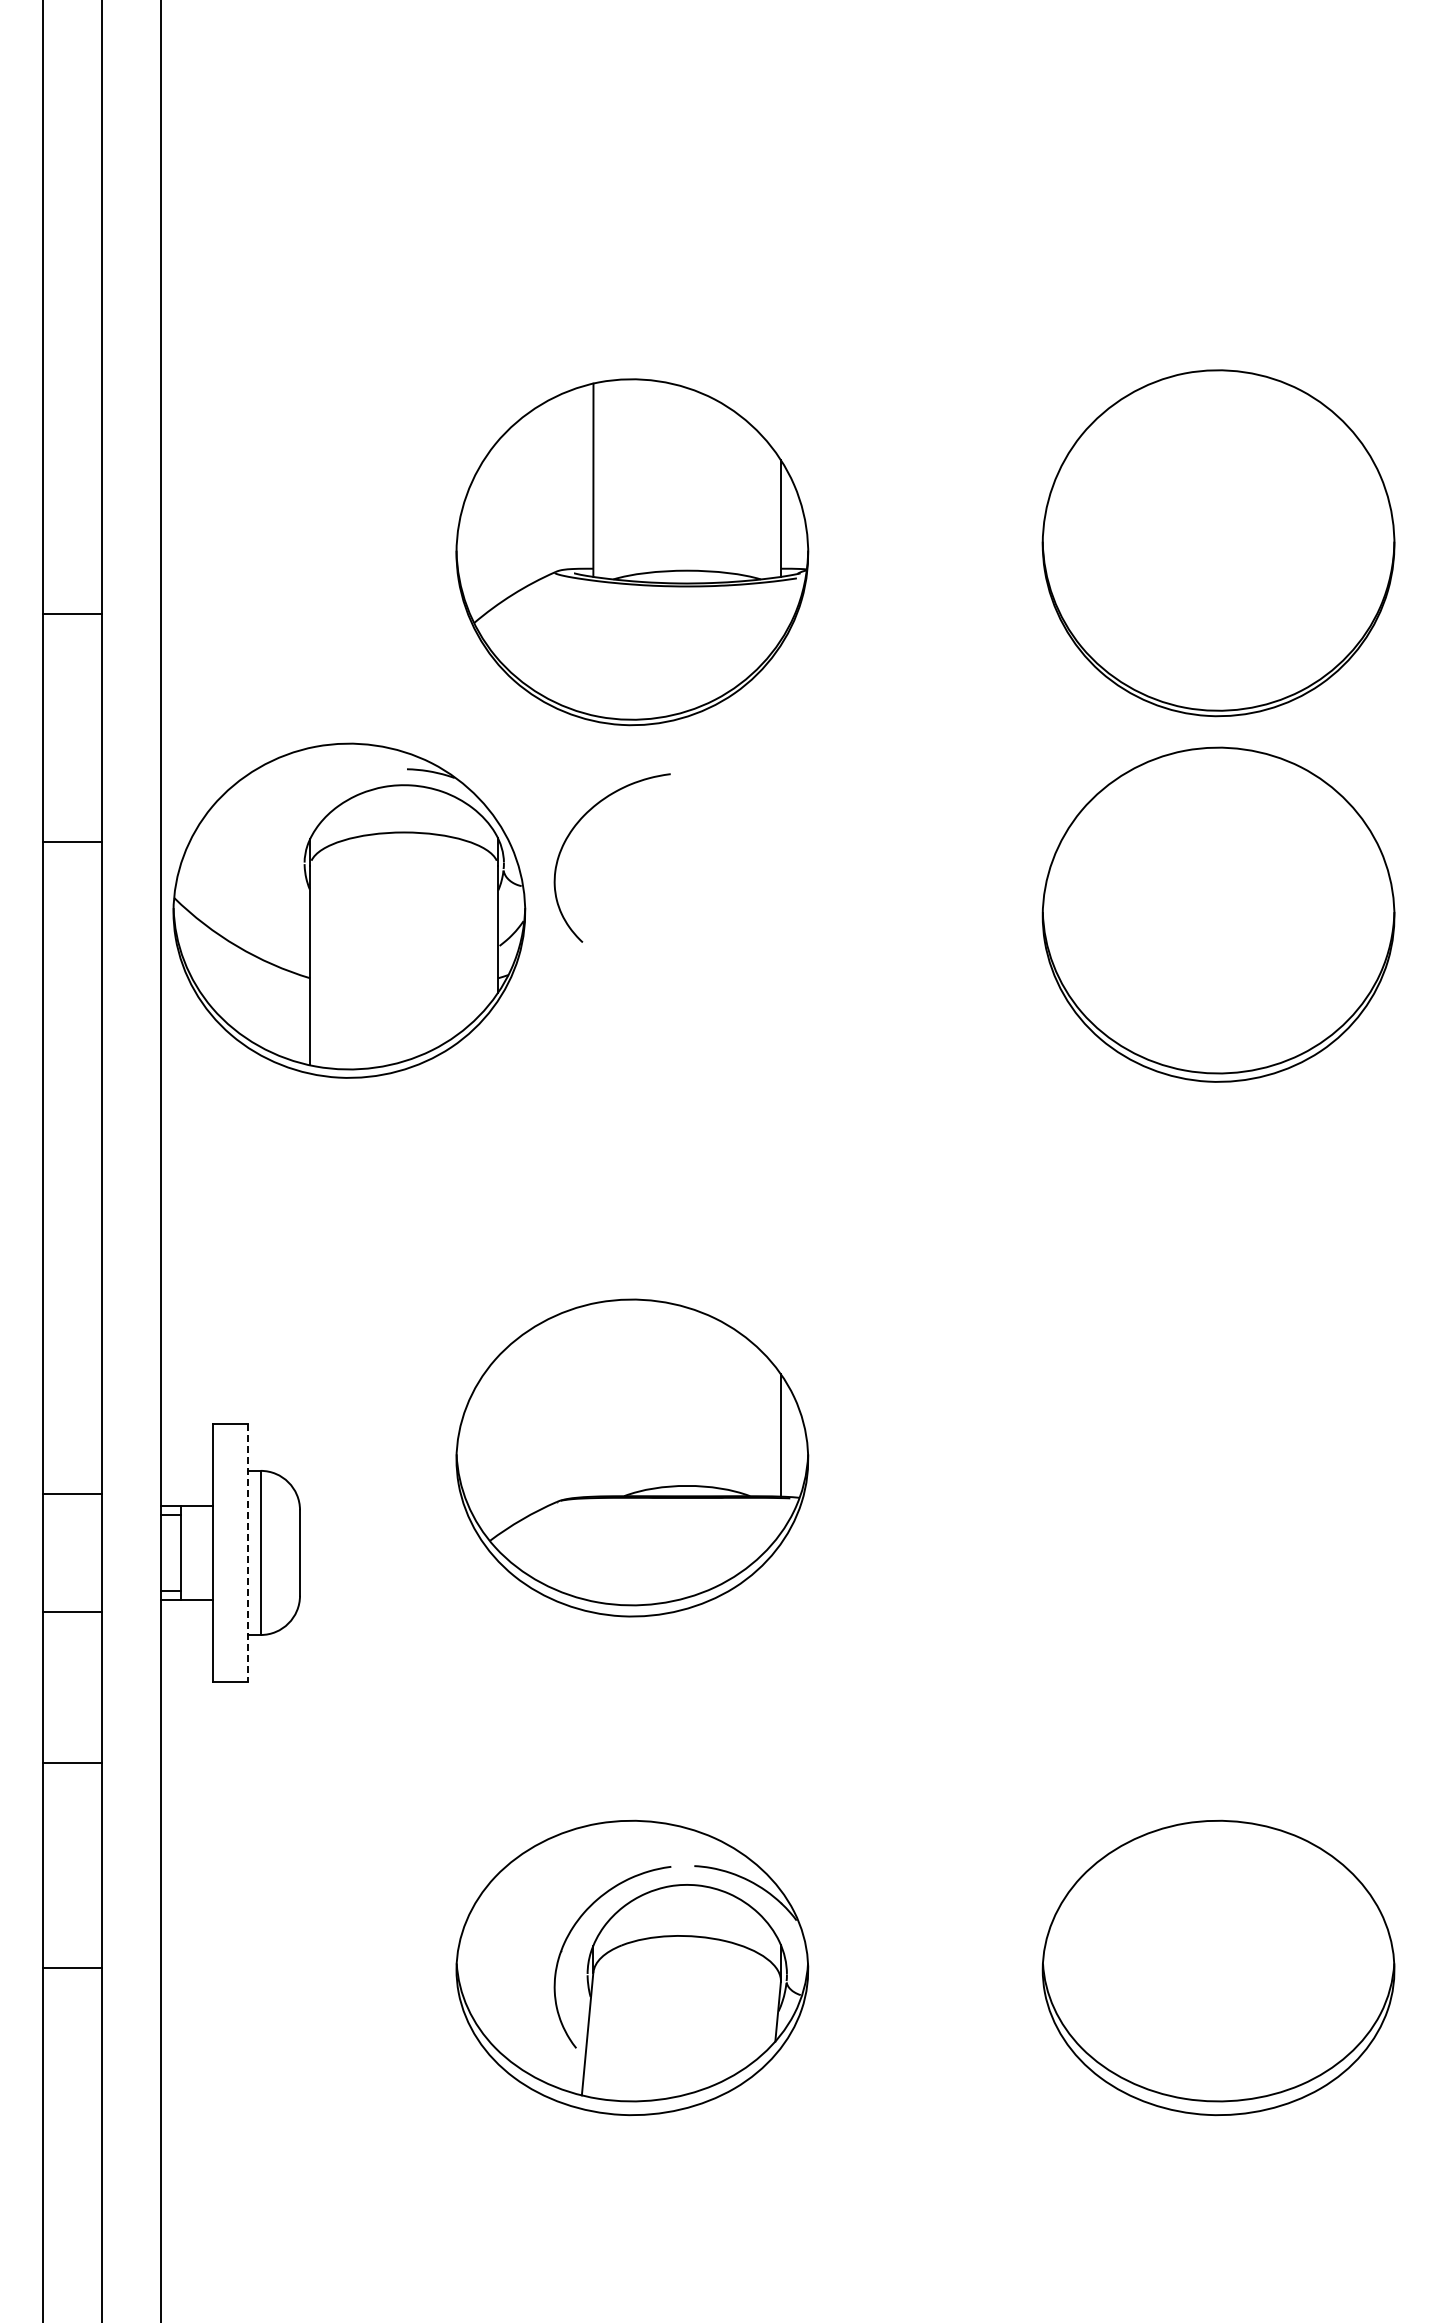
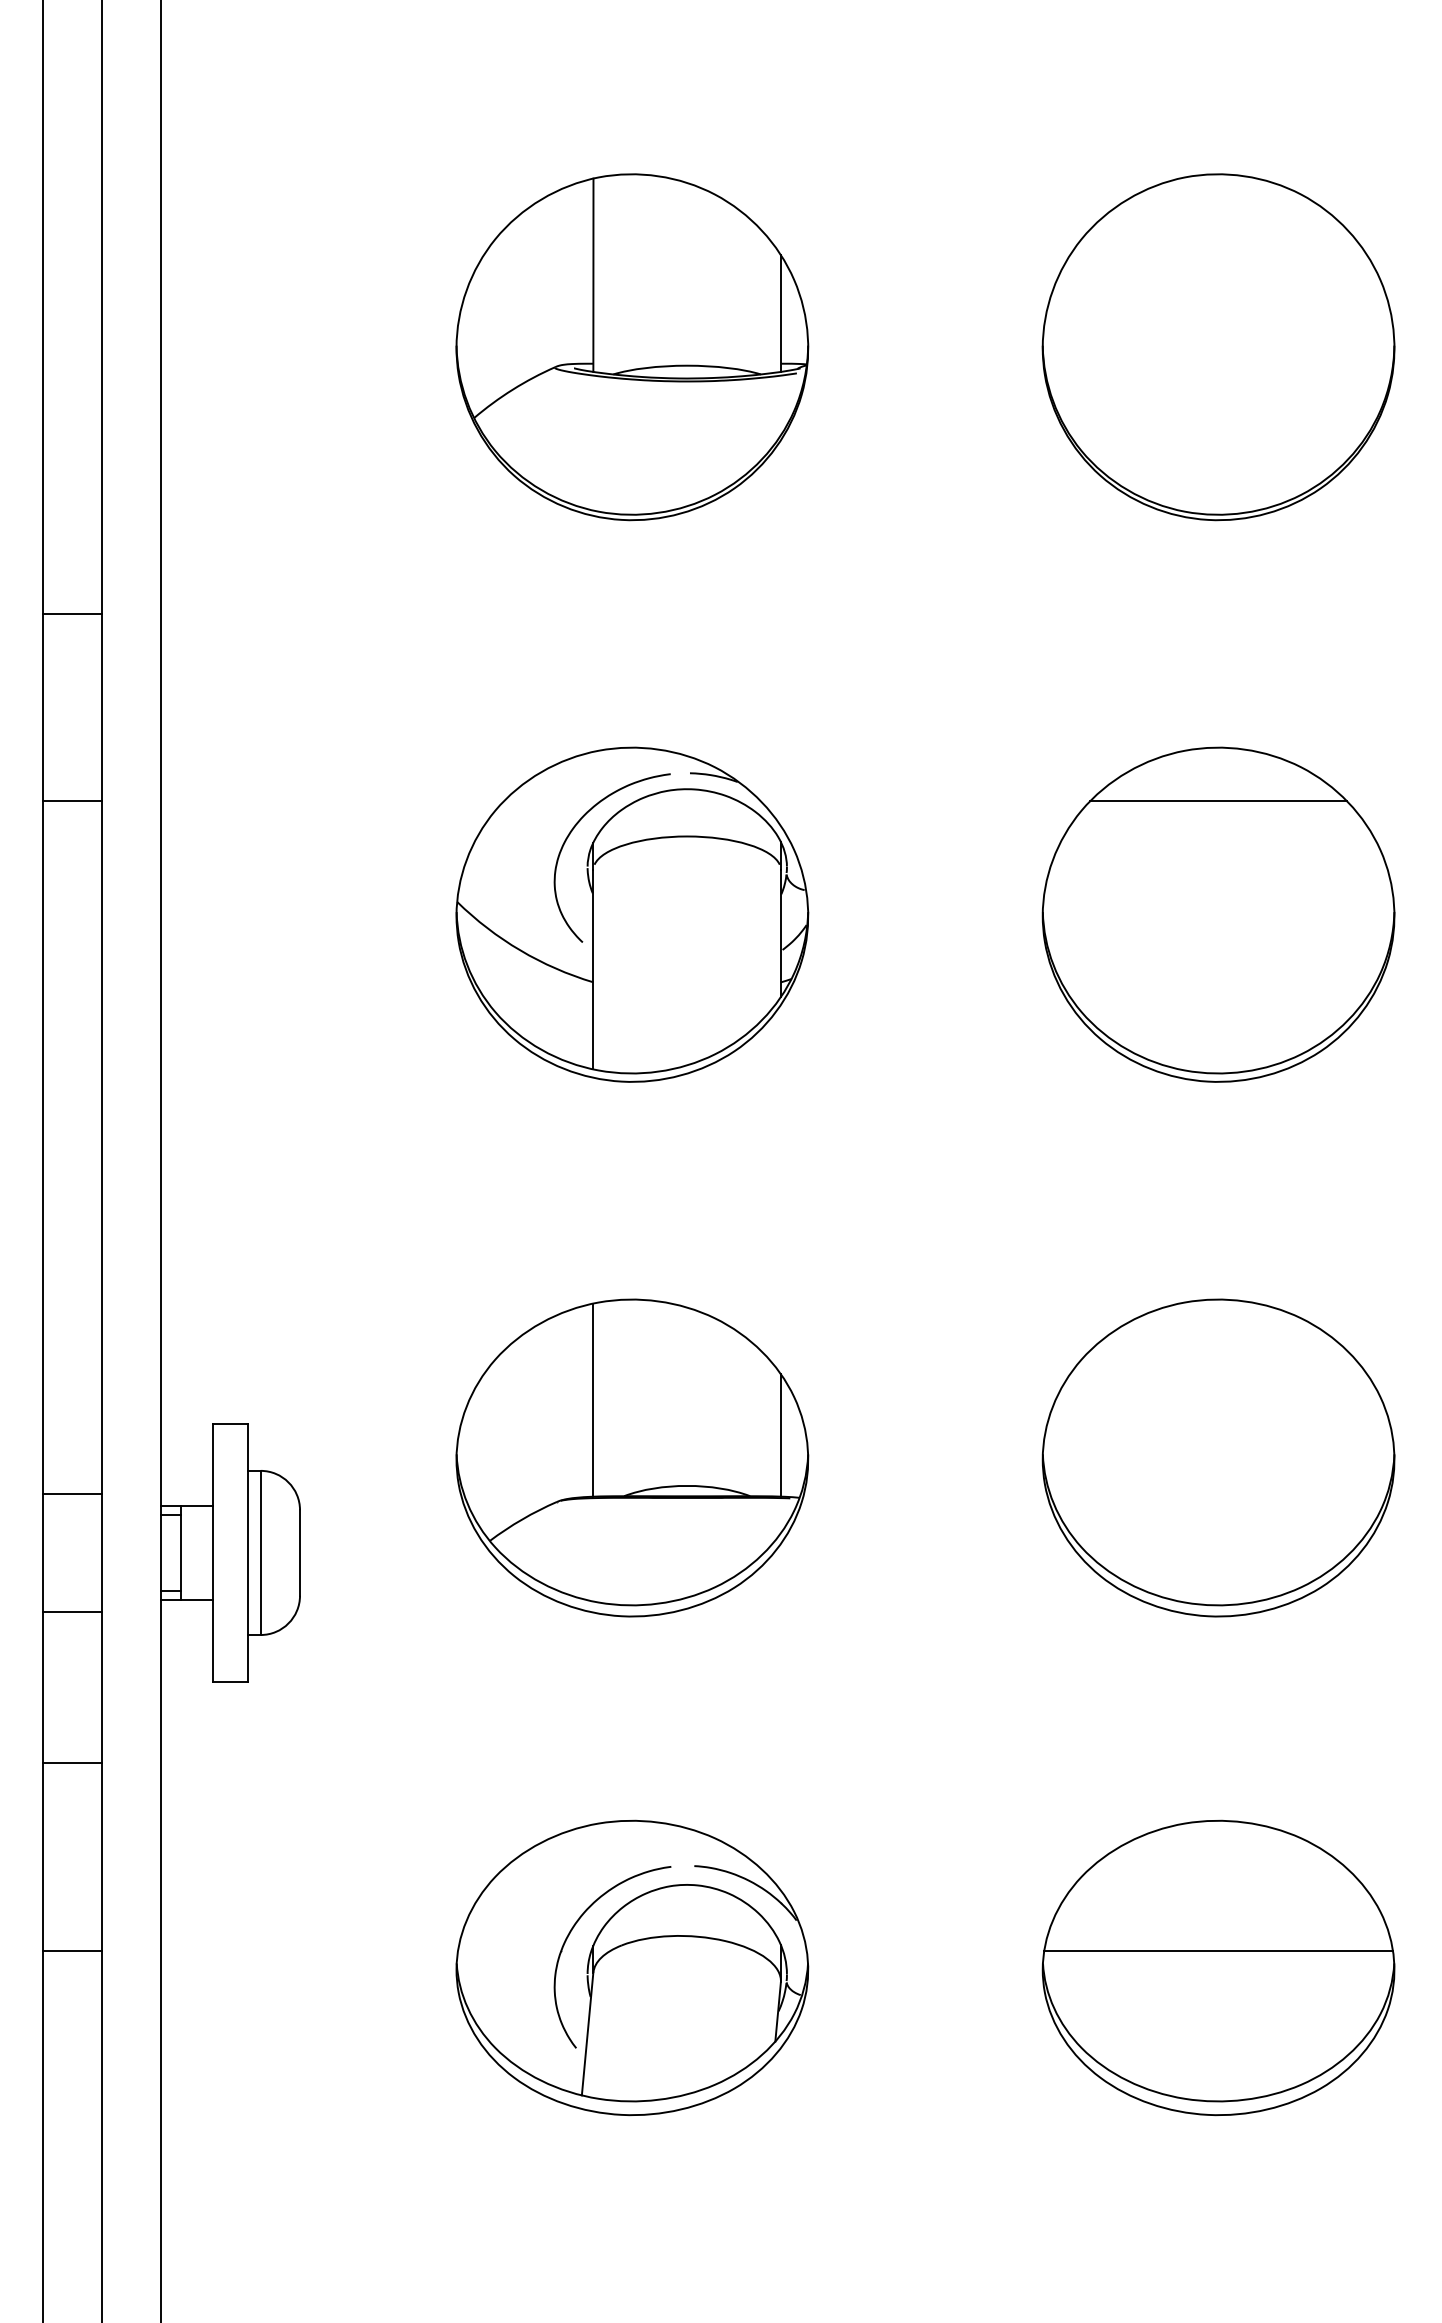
part at (1218, 543) position: (1218, 543) -> (1218, 347)
part at (632, 552) position: (632, 552) -> (632, 347)
line at (1218, 801): none -> present
line at (72, 842) position: (72, 842) -> (72, 801)
part at (349, 910) position: (349, 910) -> (632, 914)
line at (593, 1399): none -> present
part at (1218, 1457): none -> present
line at (248, 1552): dashed -> solid
line at (1218, 1950): none -> present
line at (72, 1967) position: (72, 1967) -> (72, 1950)
